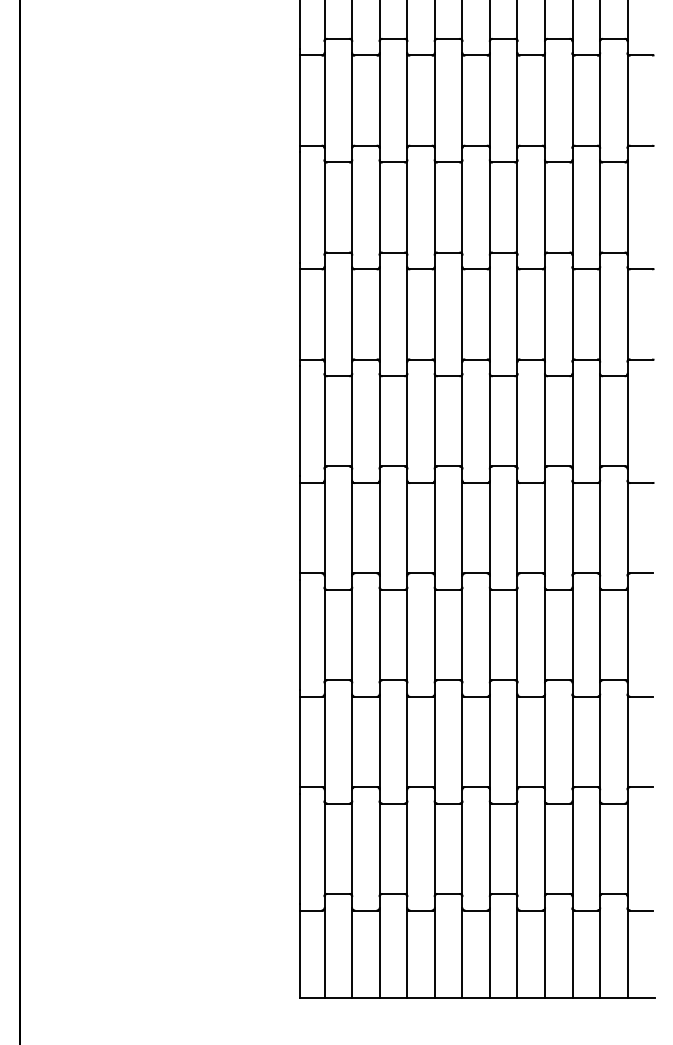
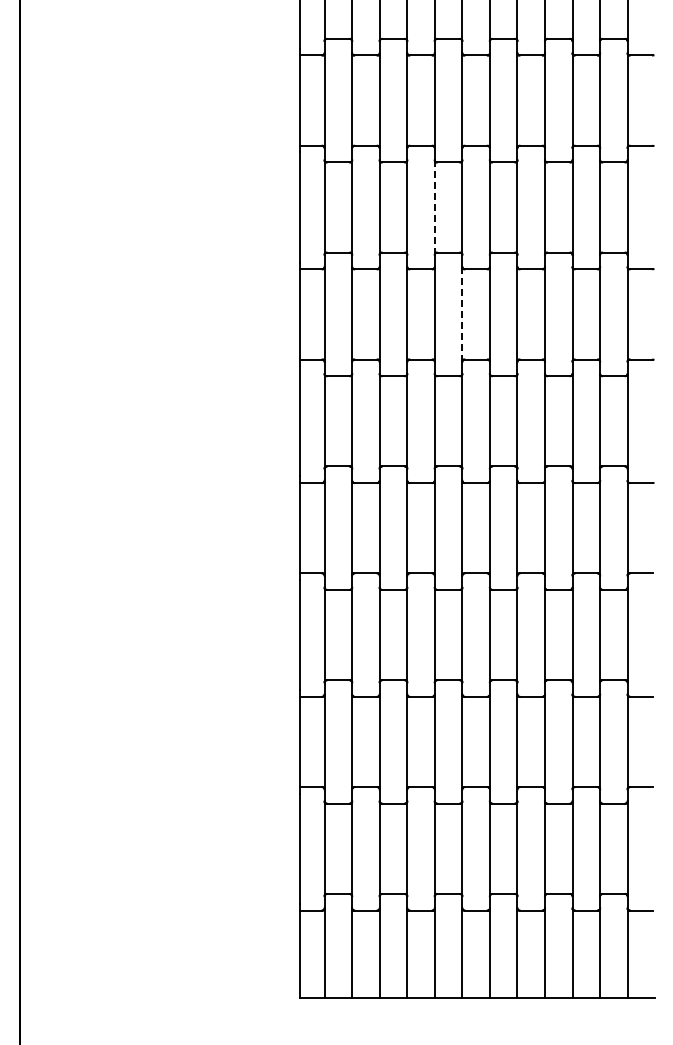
line at (434, 207): solid -> dashed
line at (462, 313): solid -> dashed
